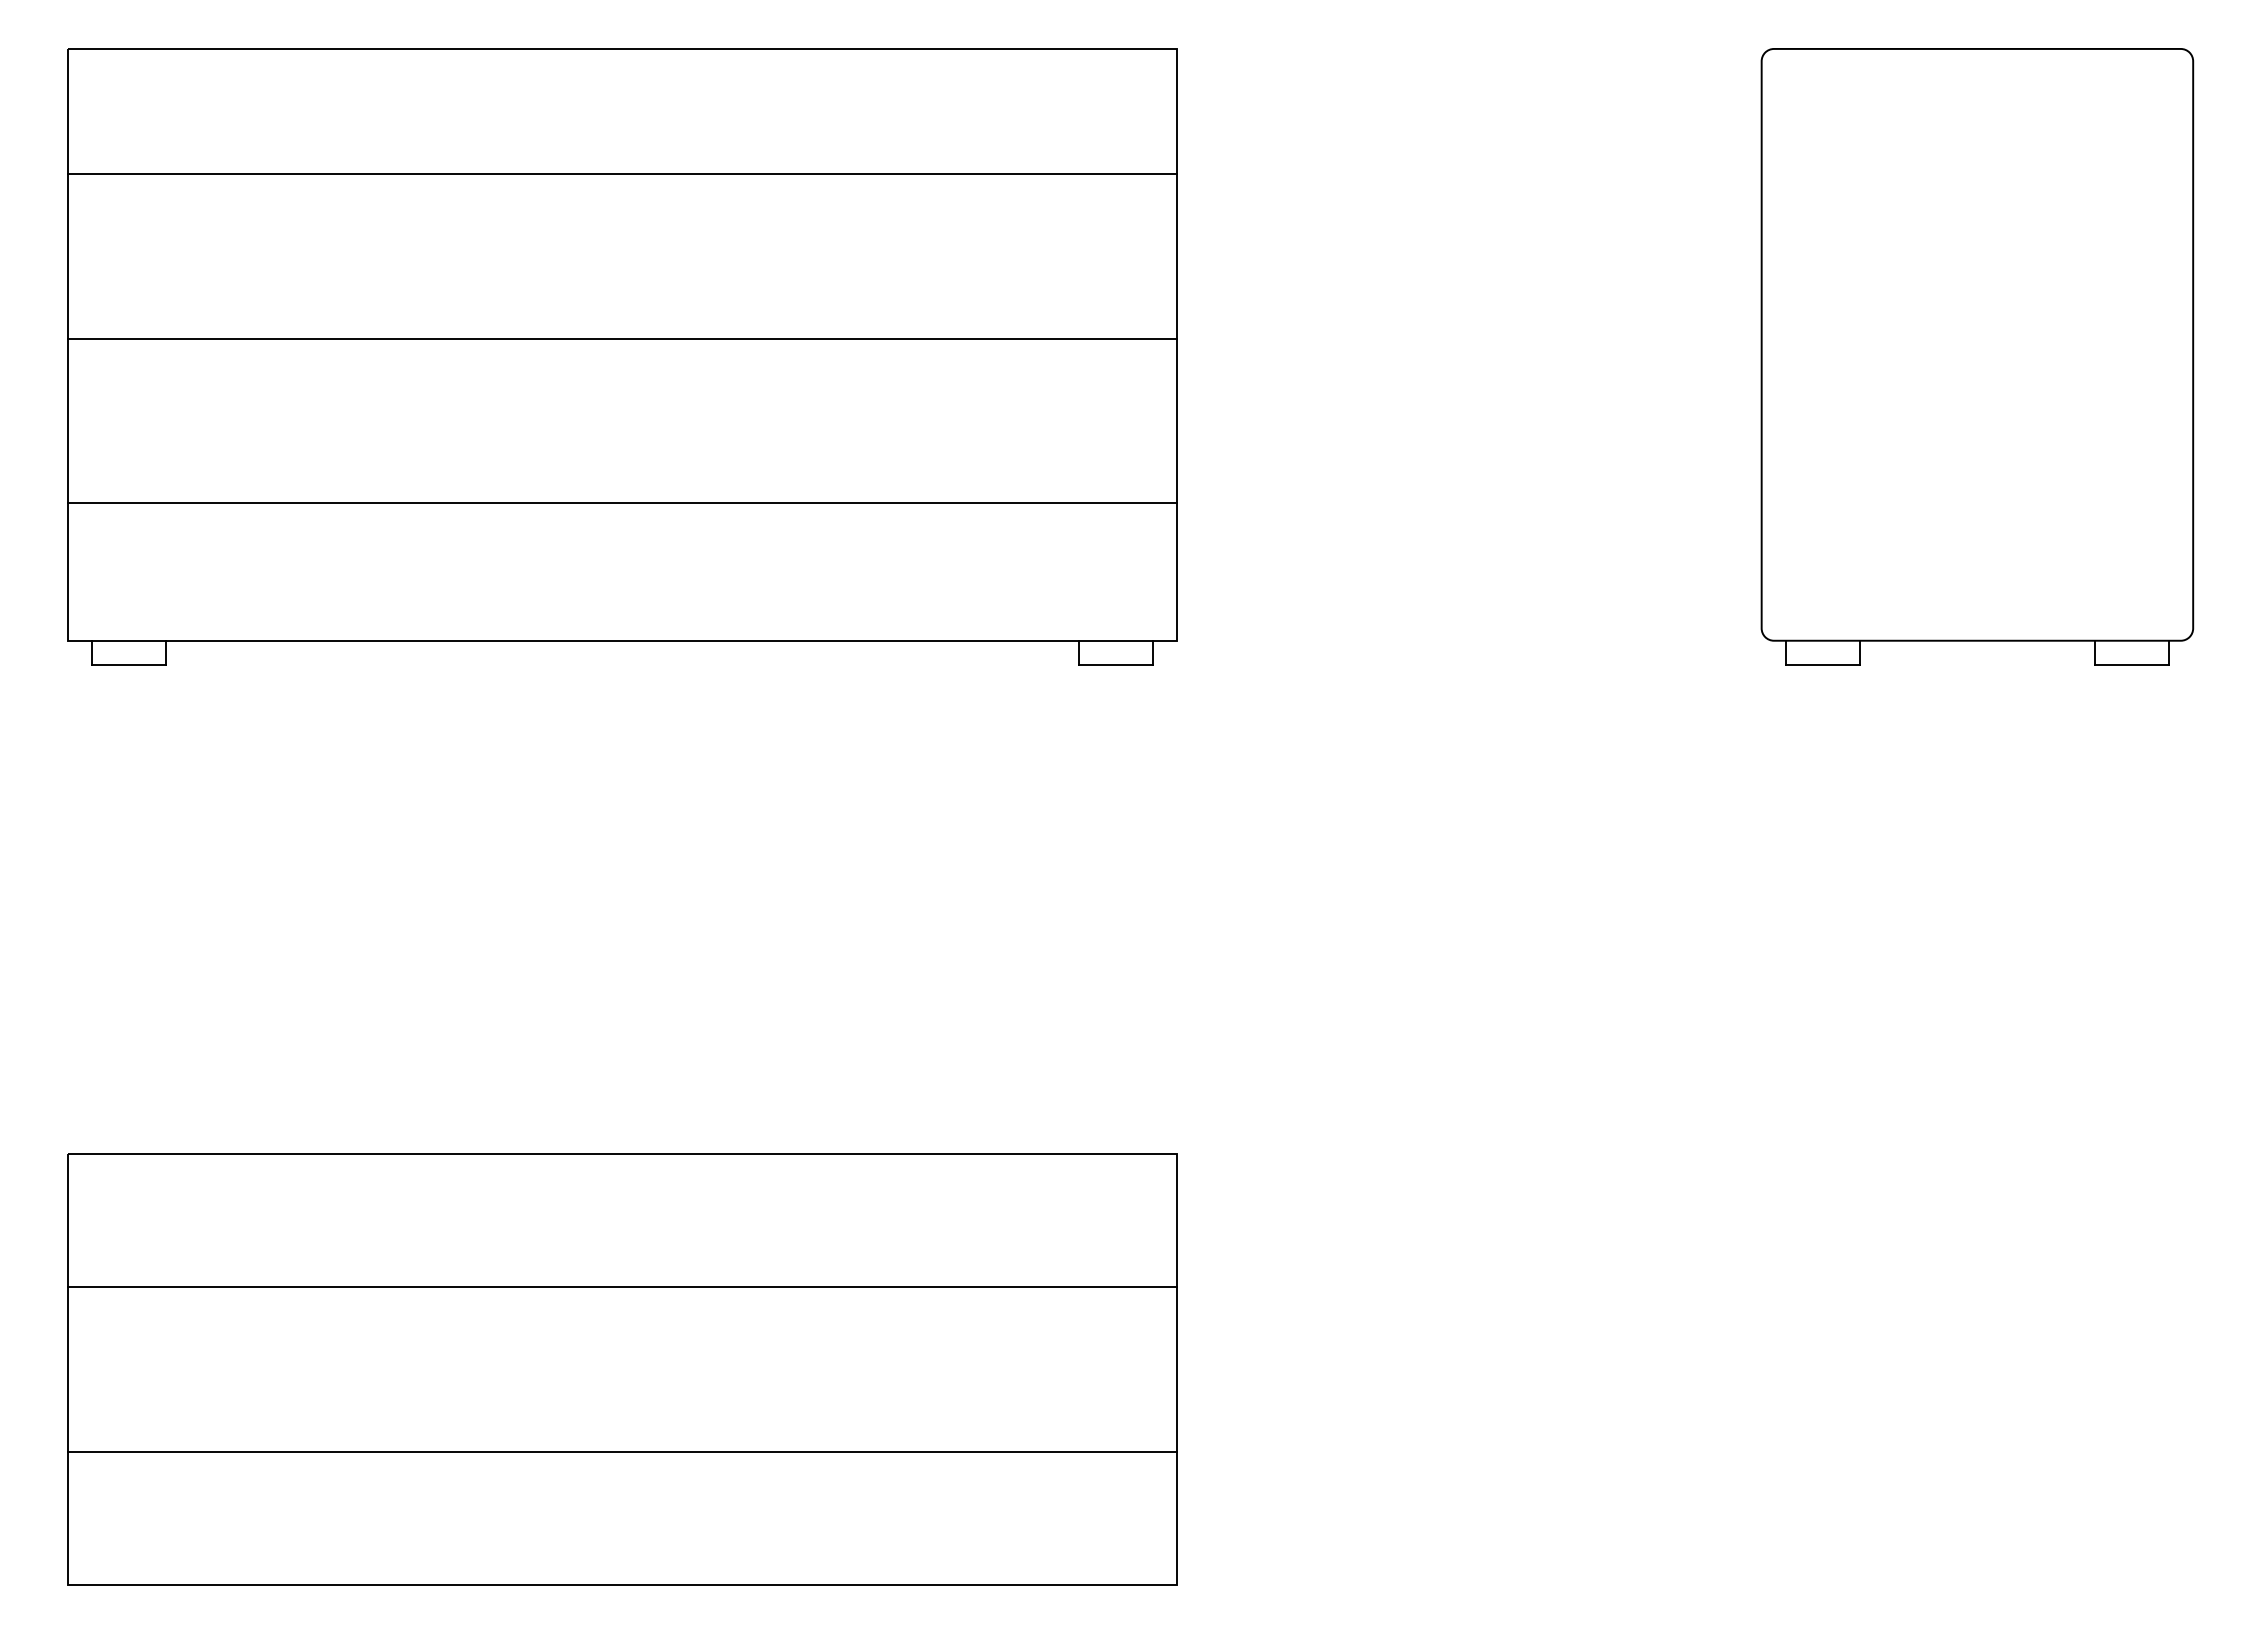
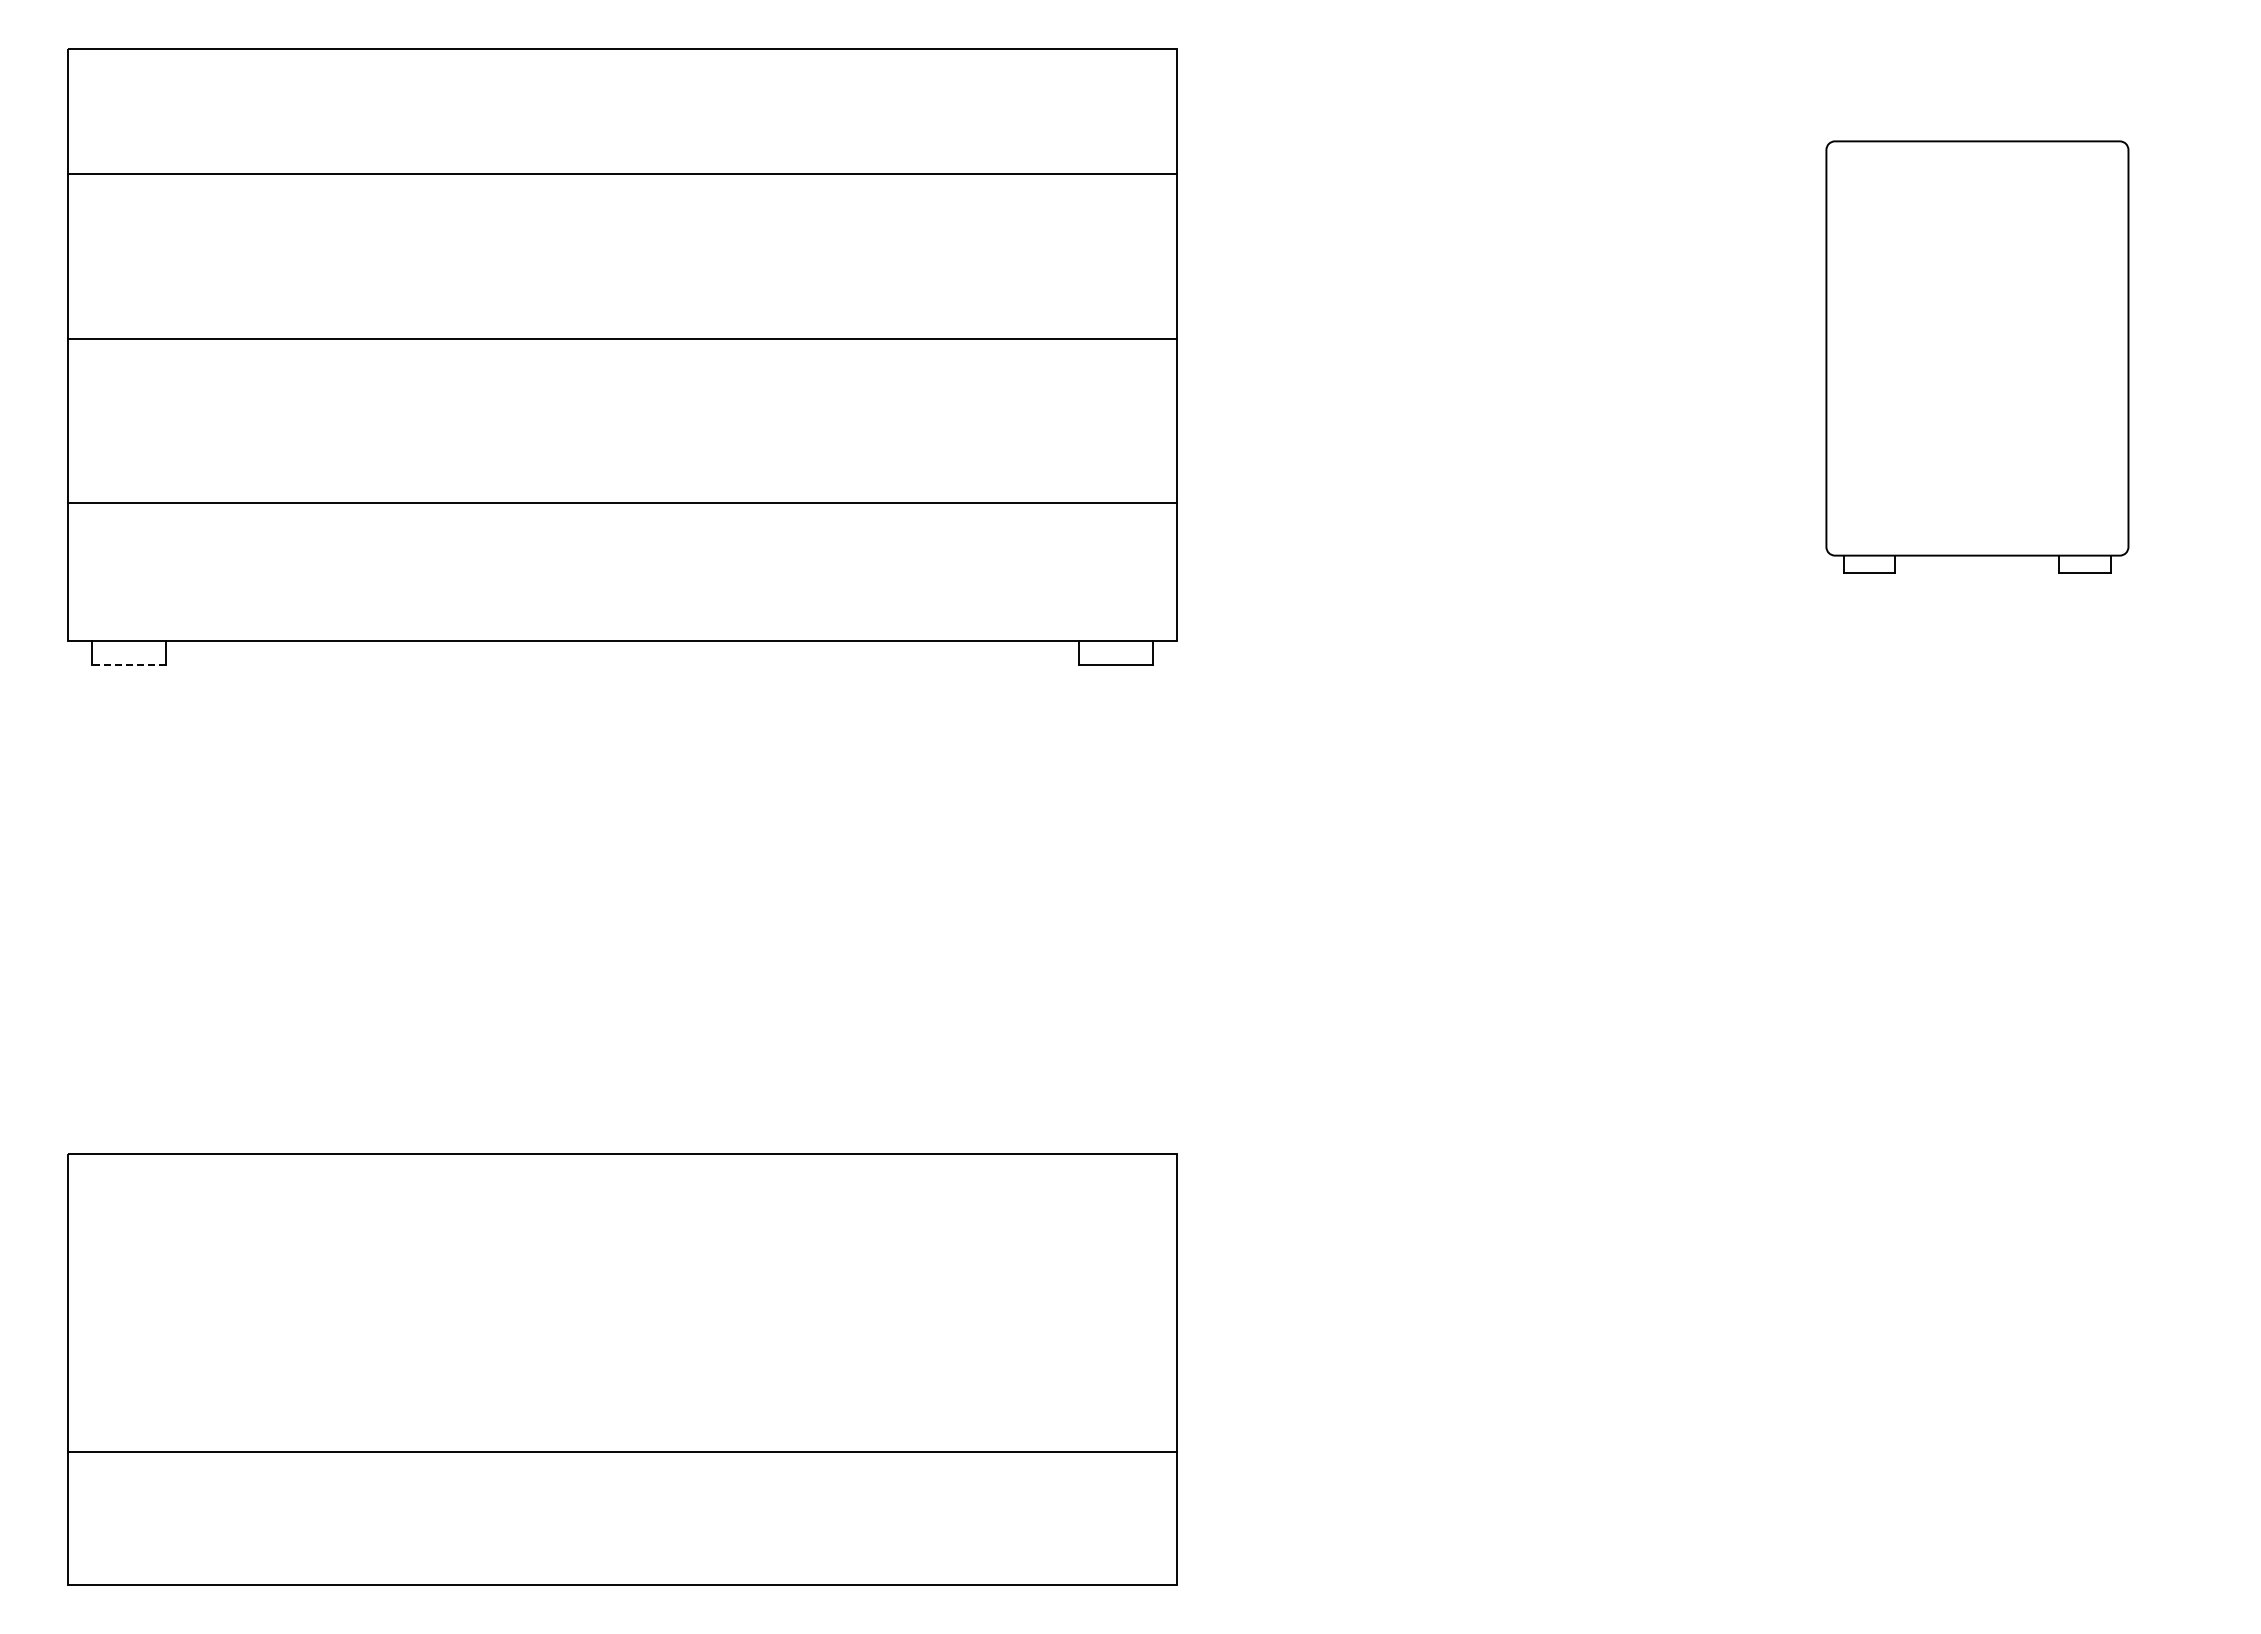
part at (1977, 356) size: 435x618 px -> 305x434 px
line at (129, 665): solid -> dashed
line at (622, 1287): present -> none
